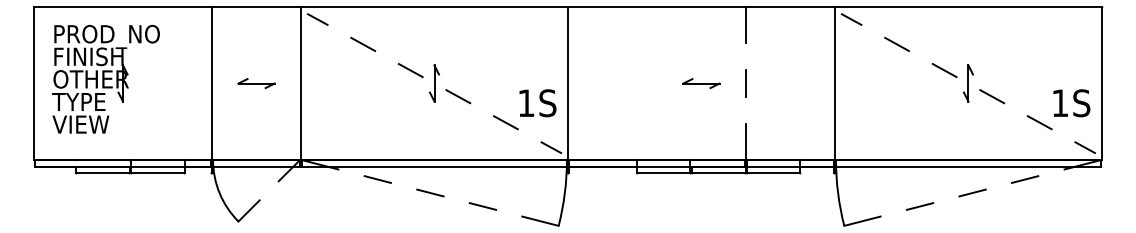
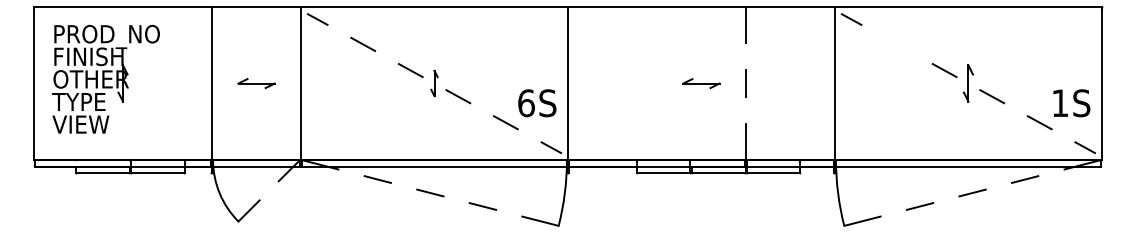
line at (896, 44): present -> none
part at (434, 83) size: 11x39 px -> 9x29 px
text at (526, 103): 1S -> 6S
